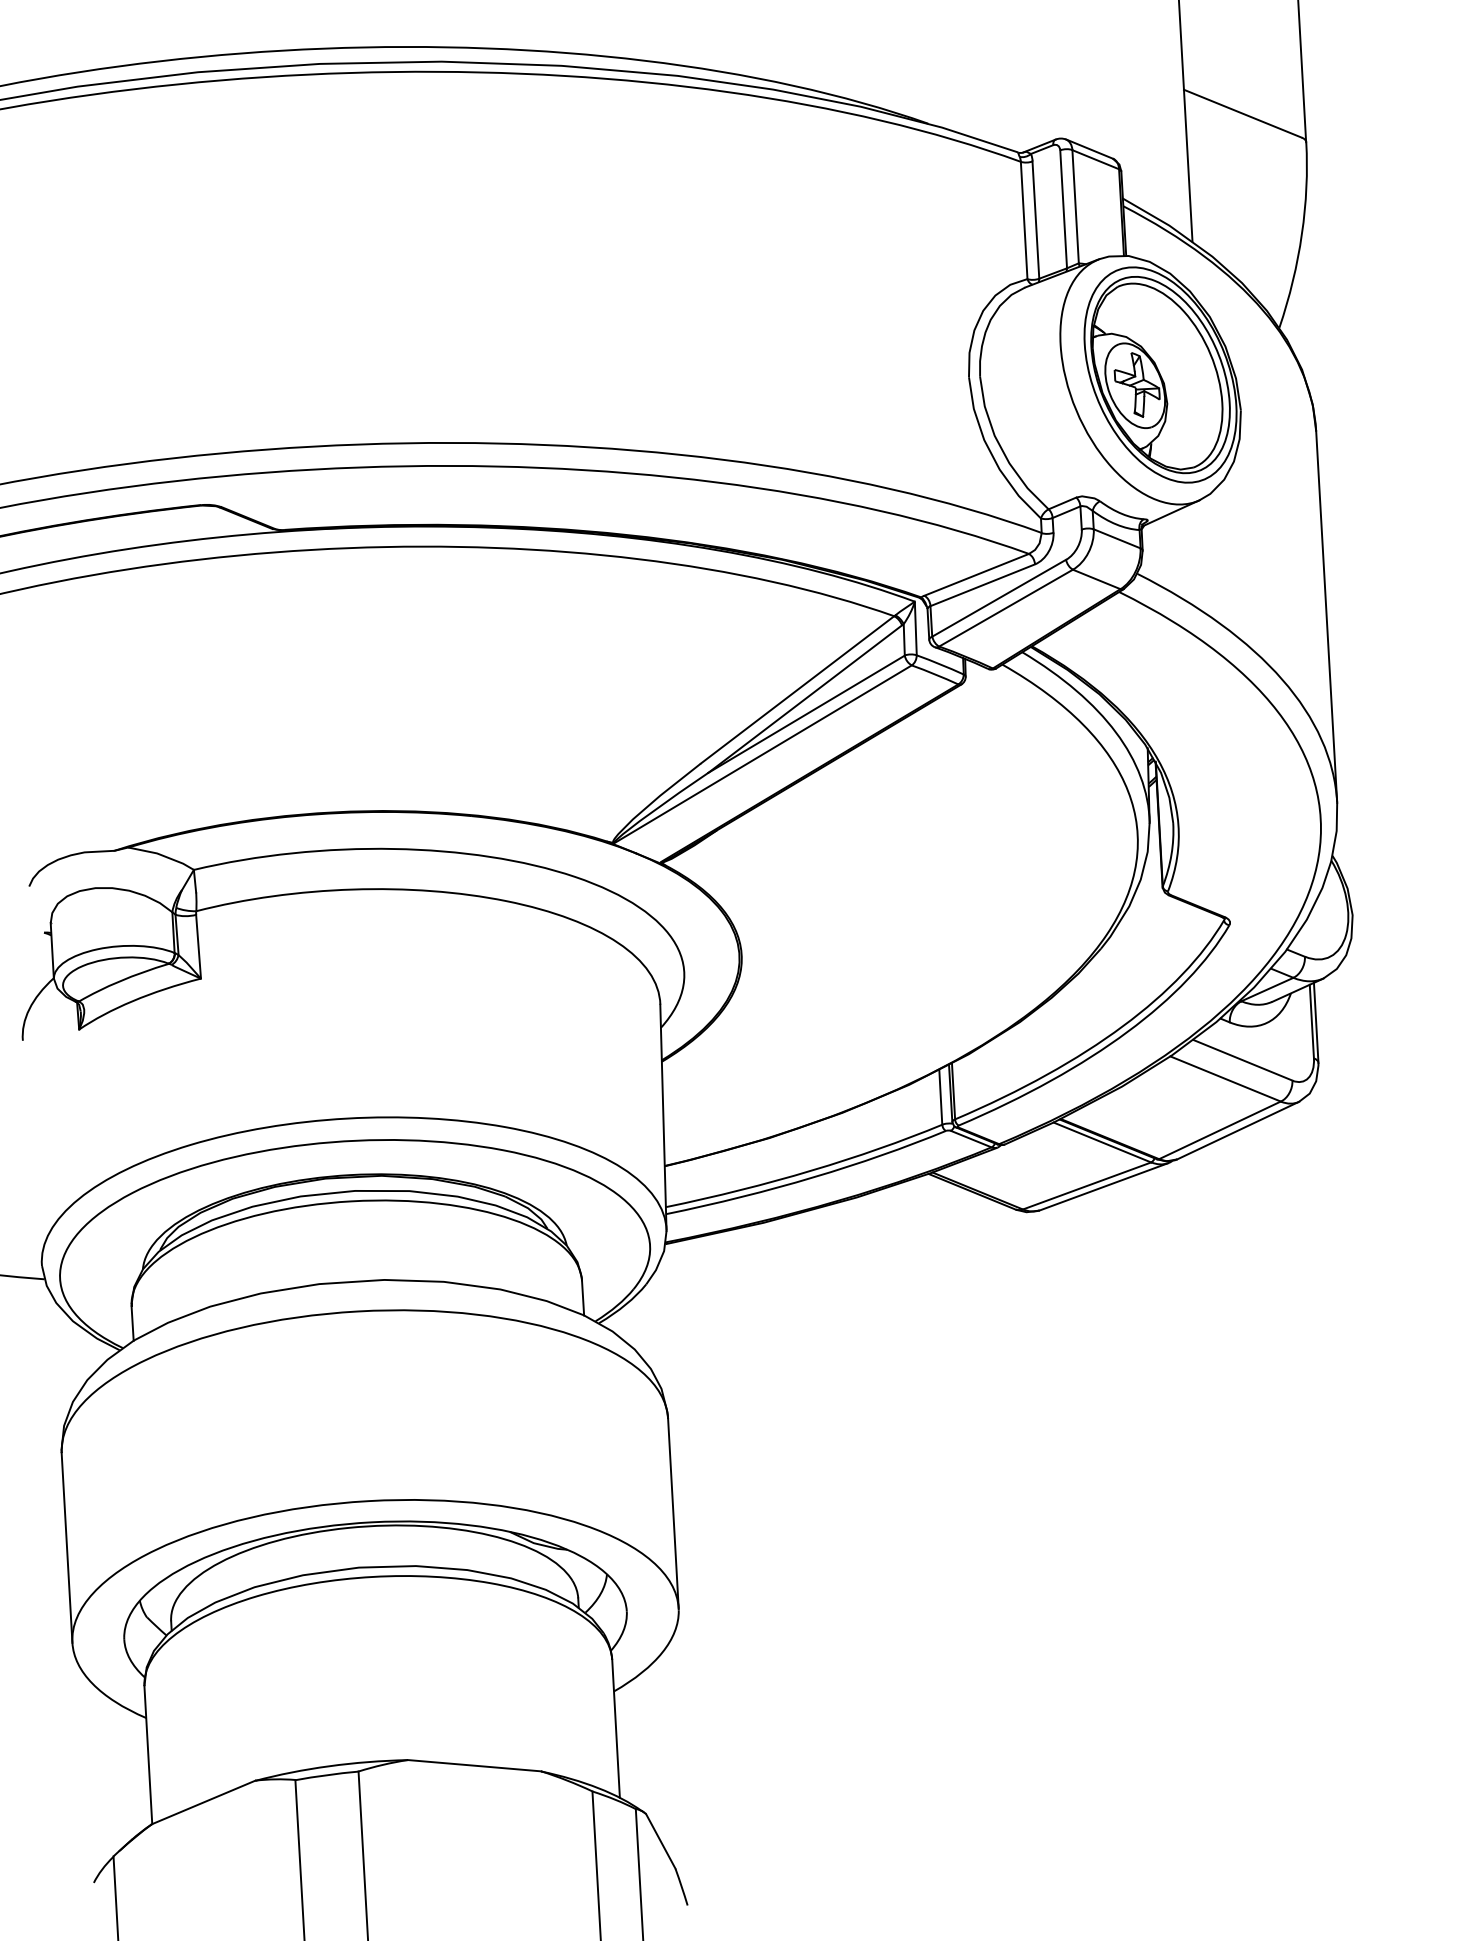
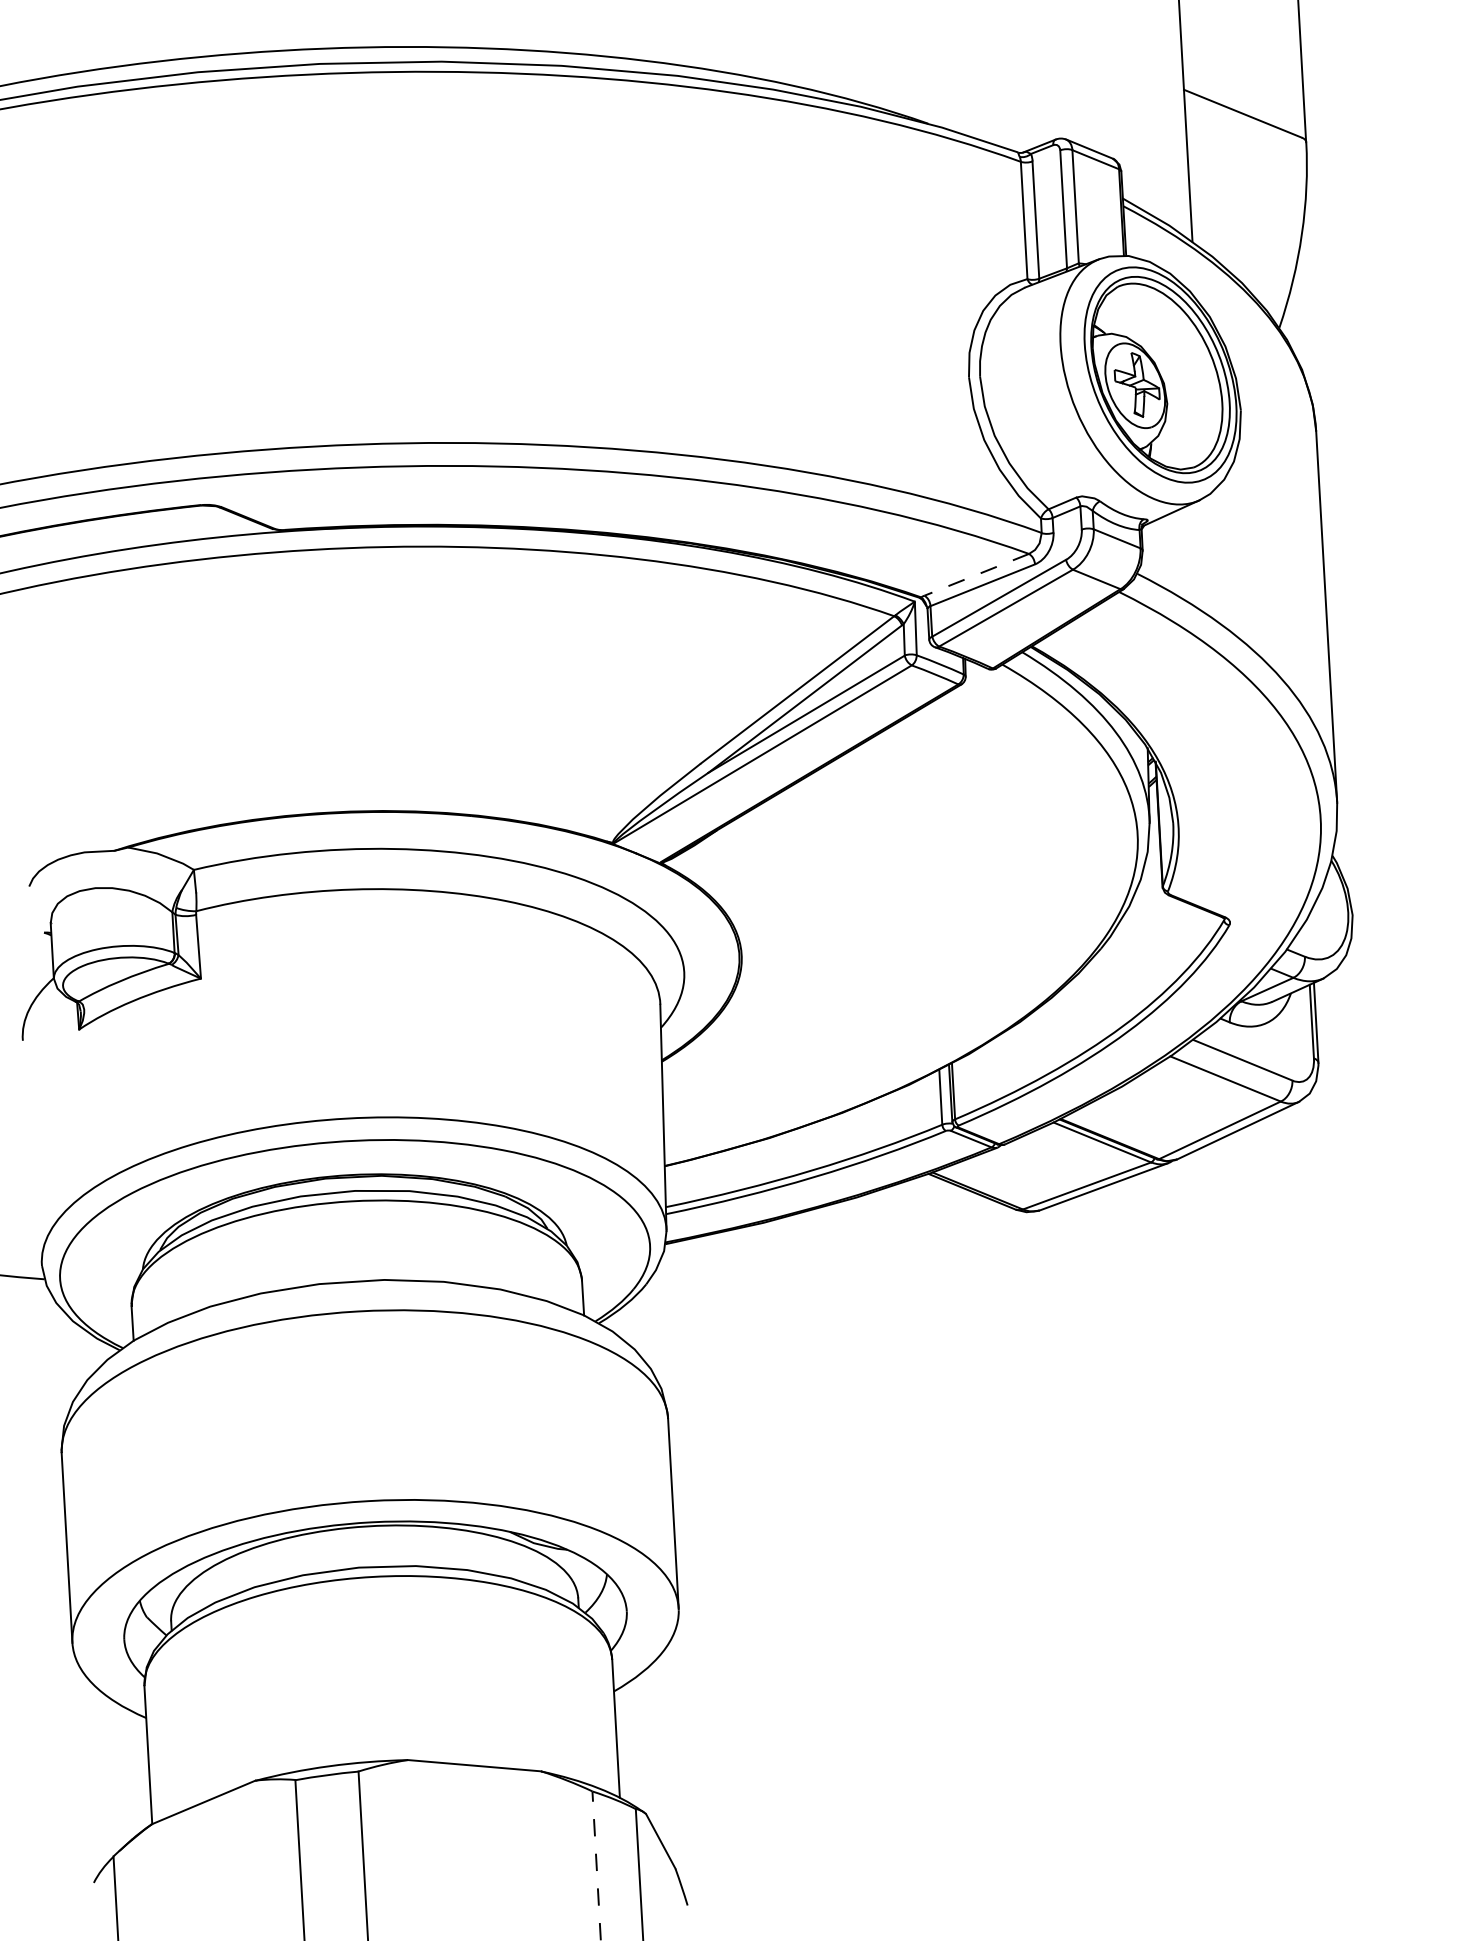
line at (976, 575): solid -> dashed
line at (596, 1866): solid -> dashed
